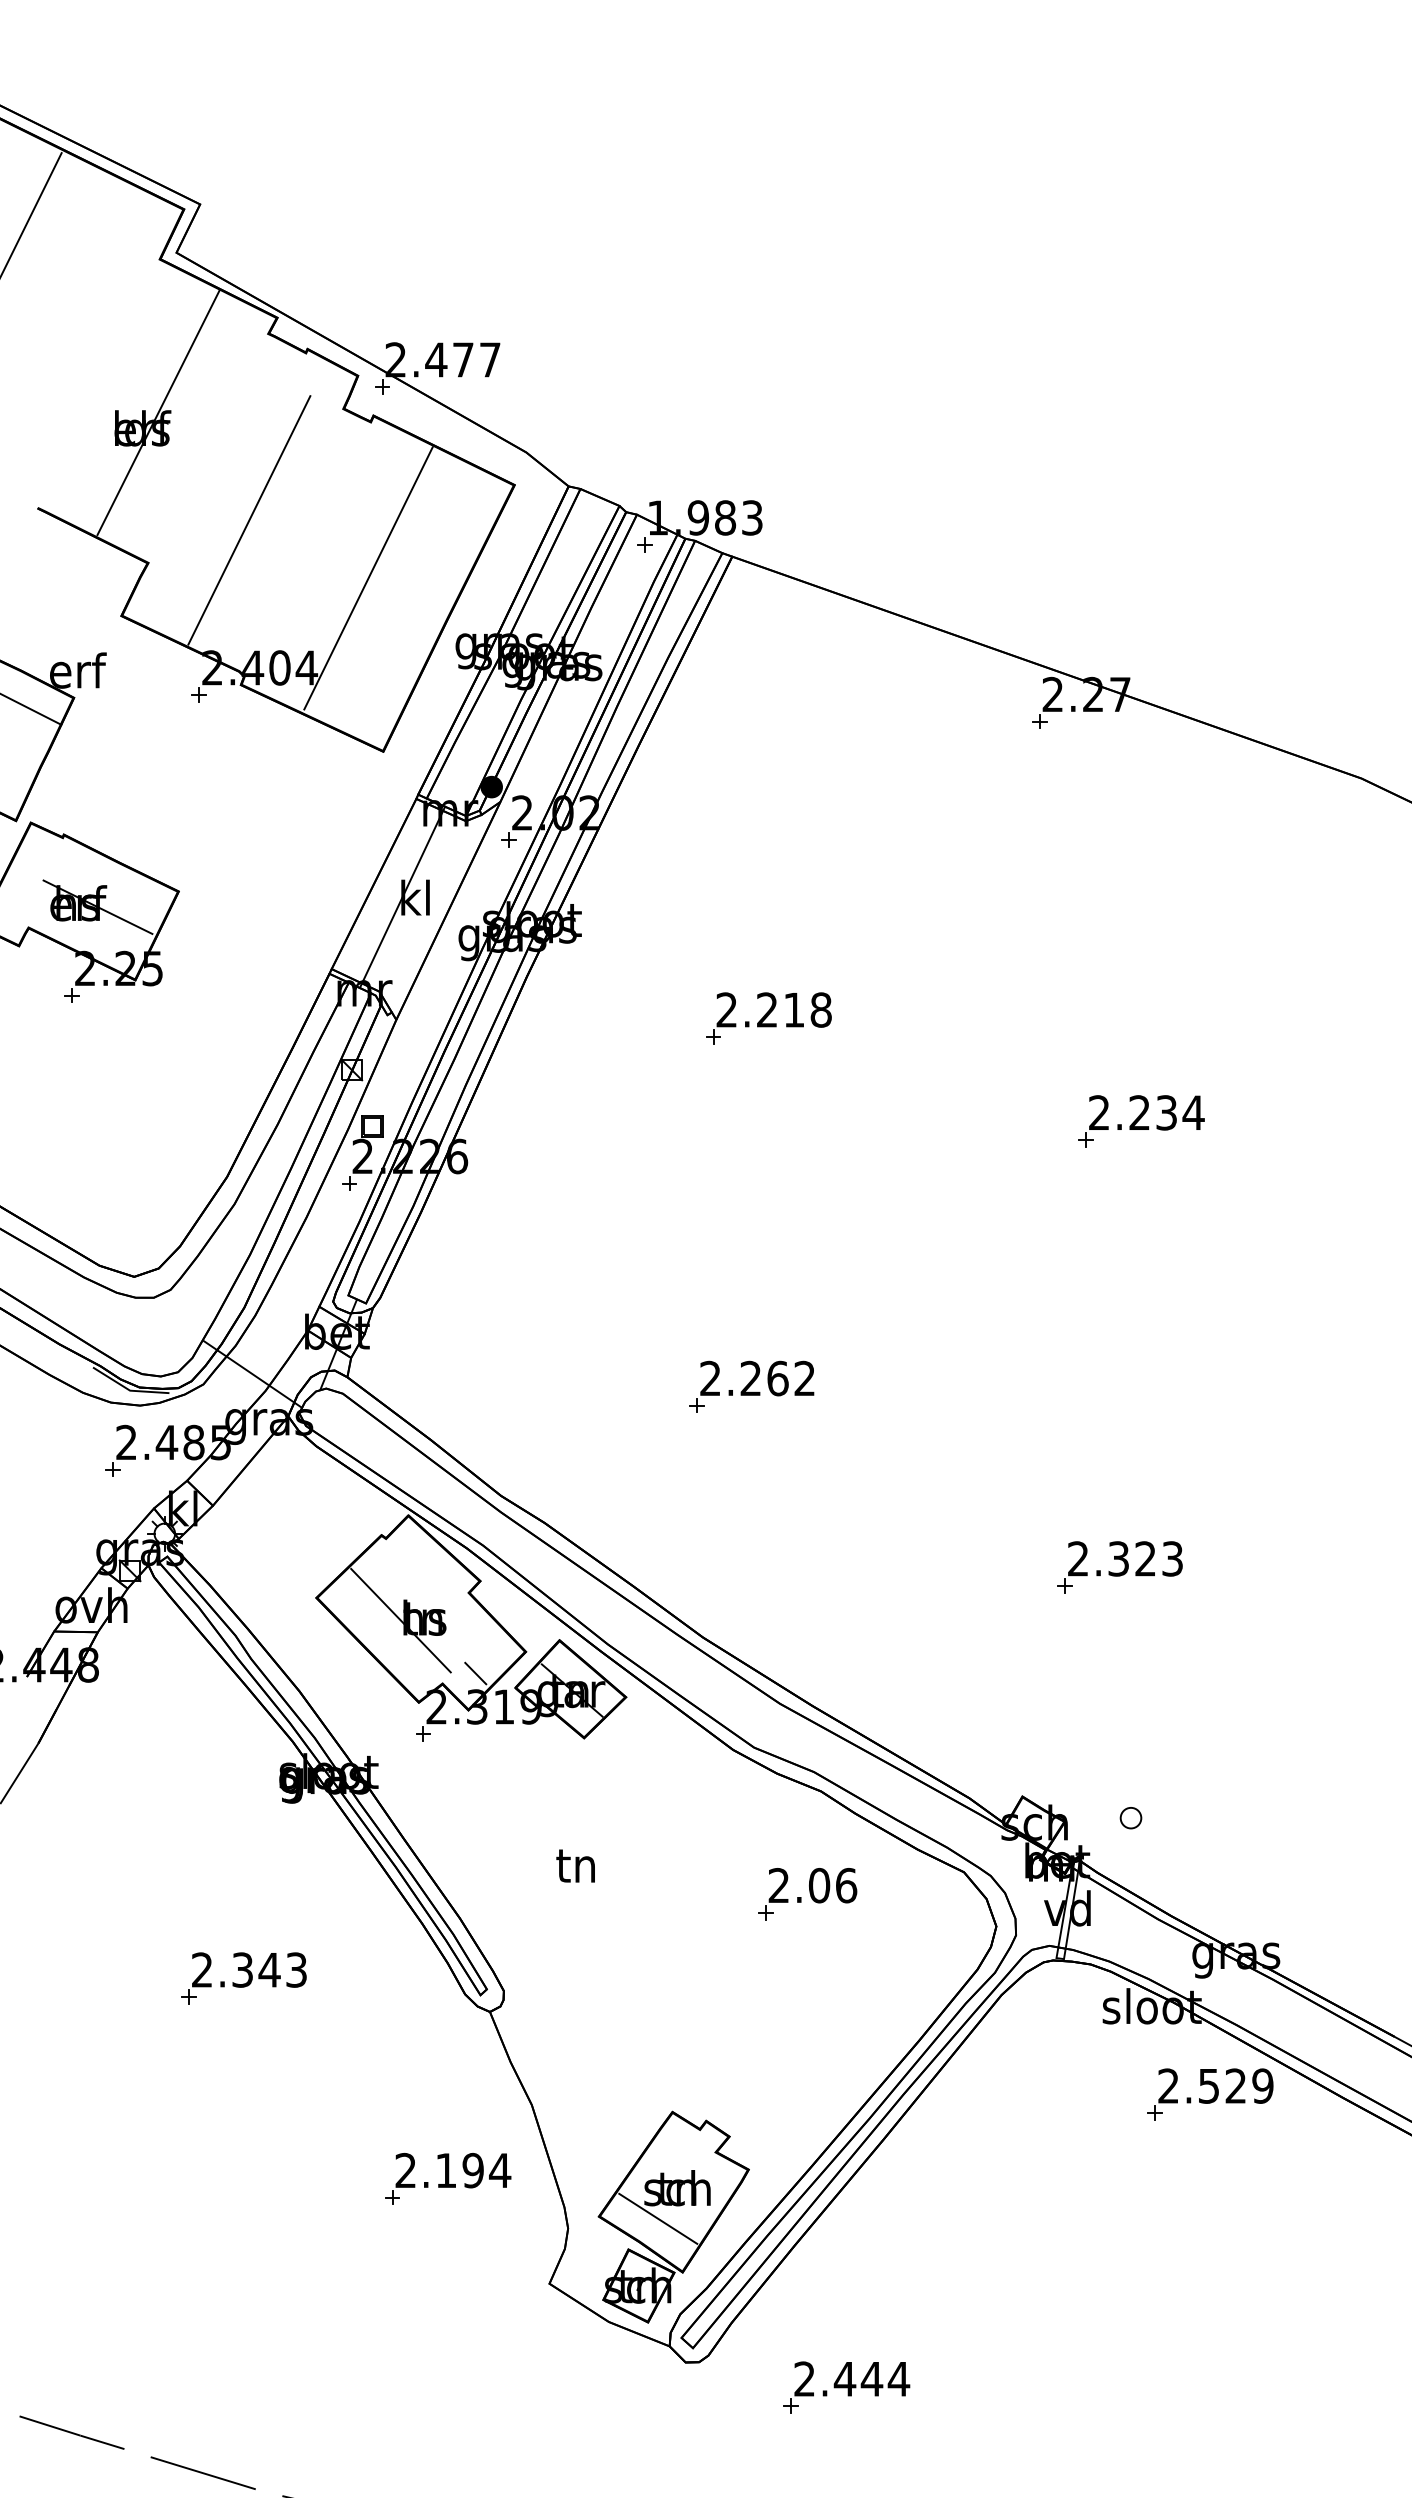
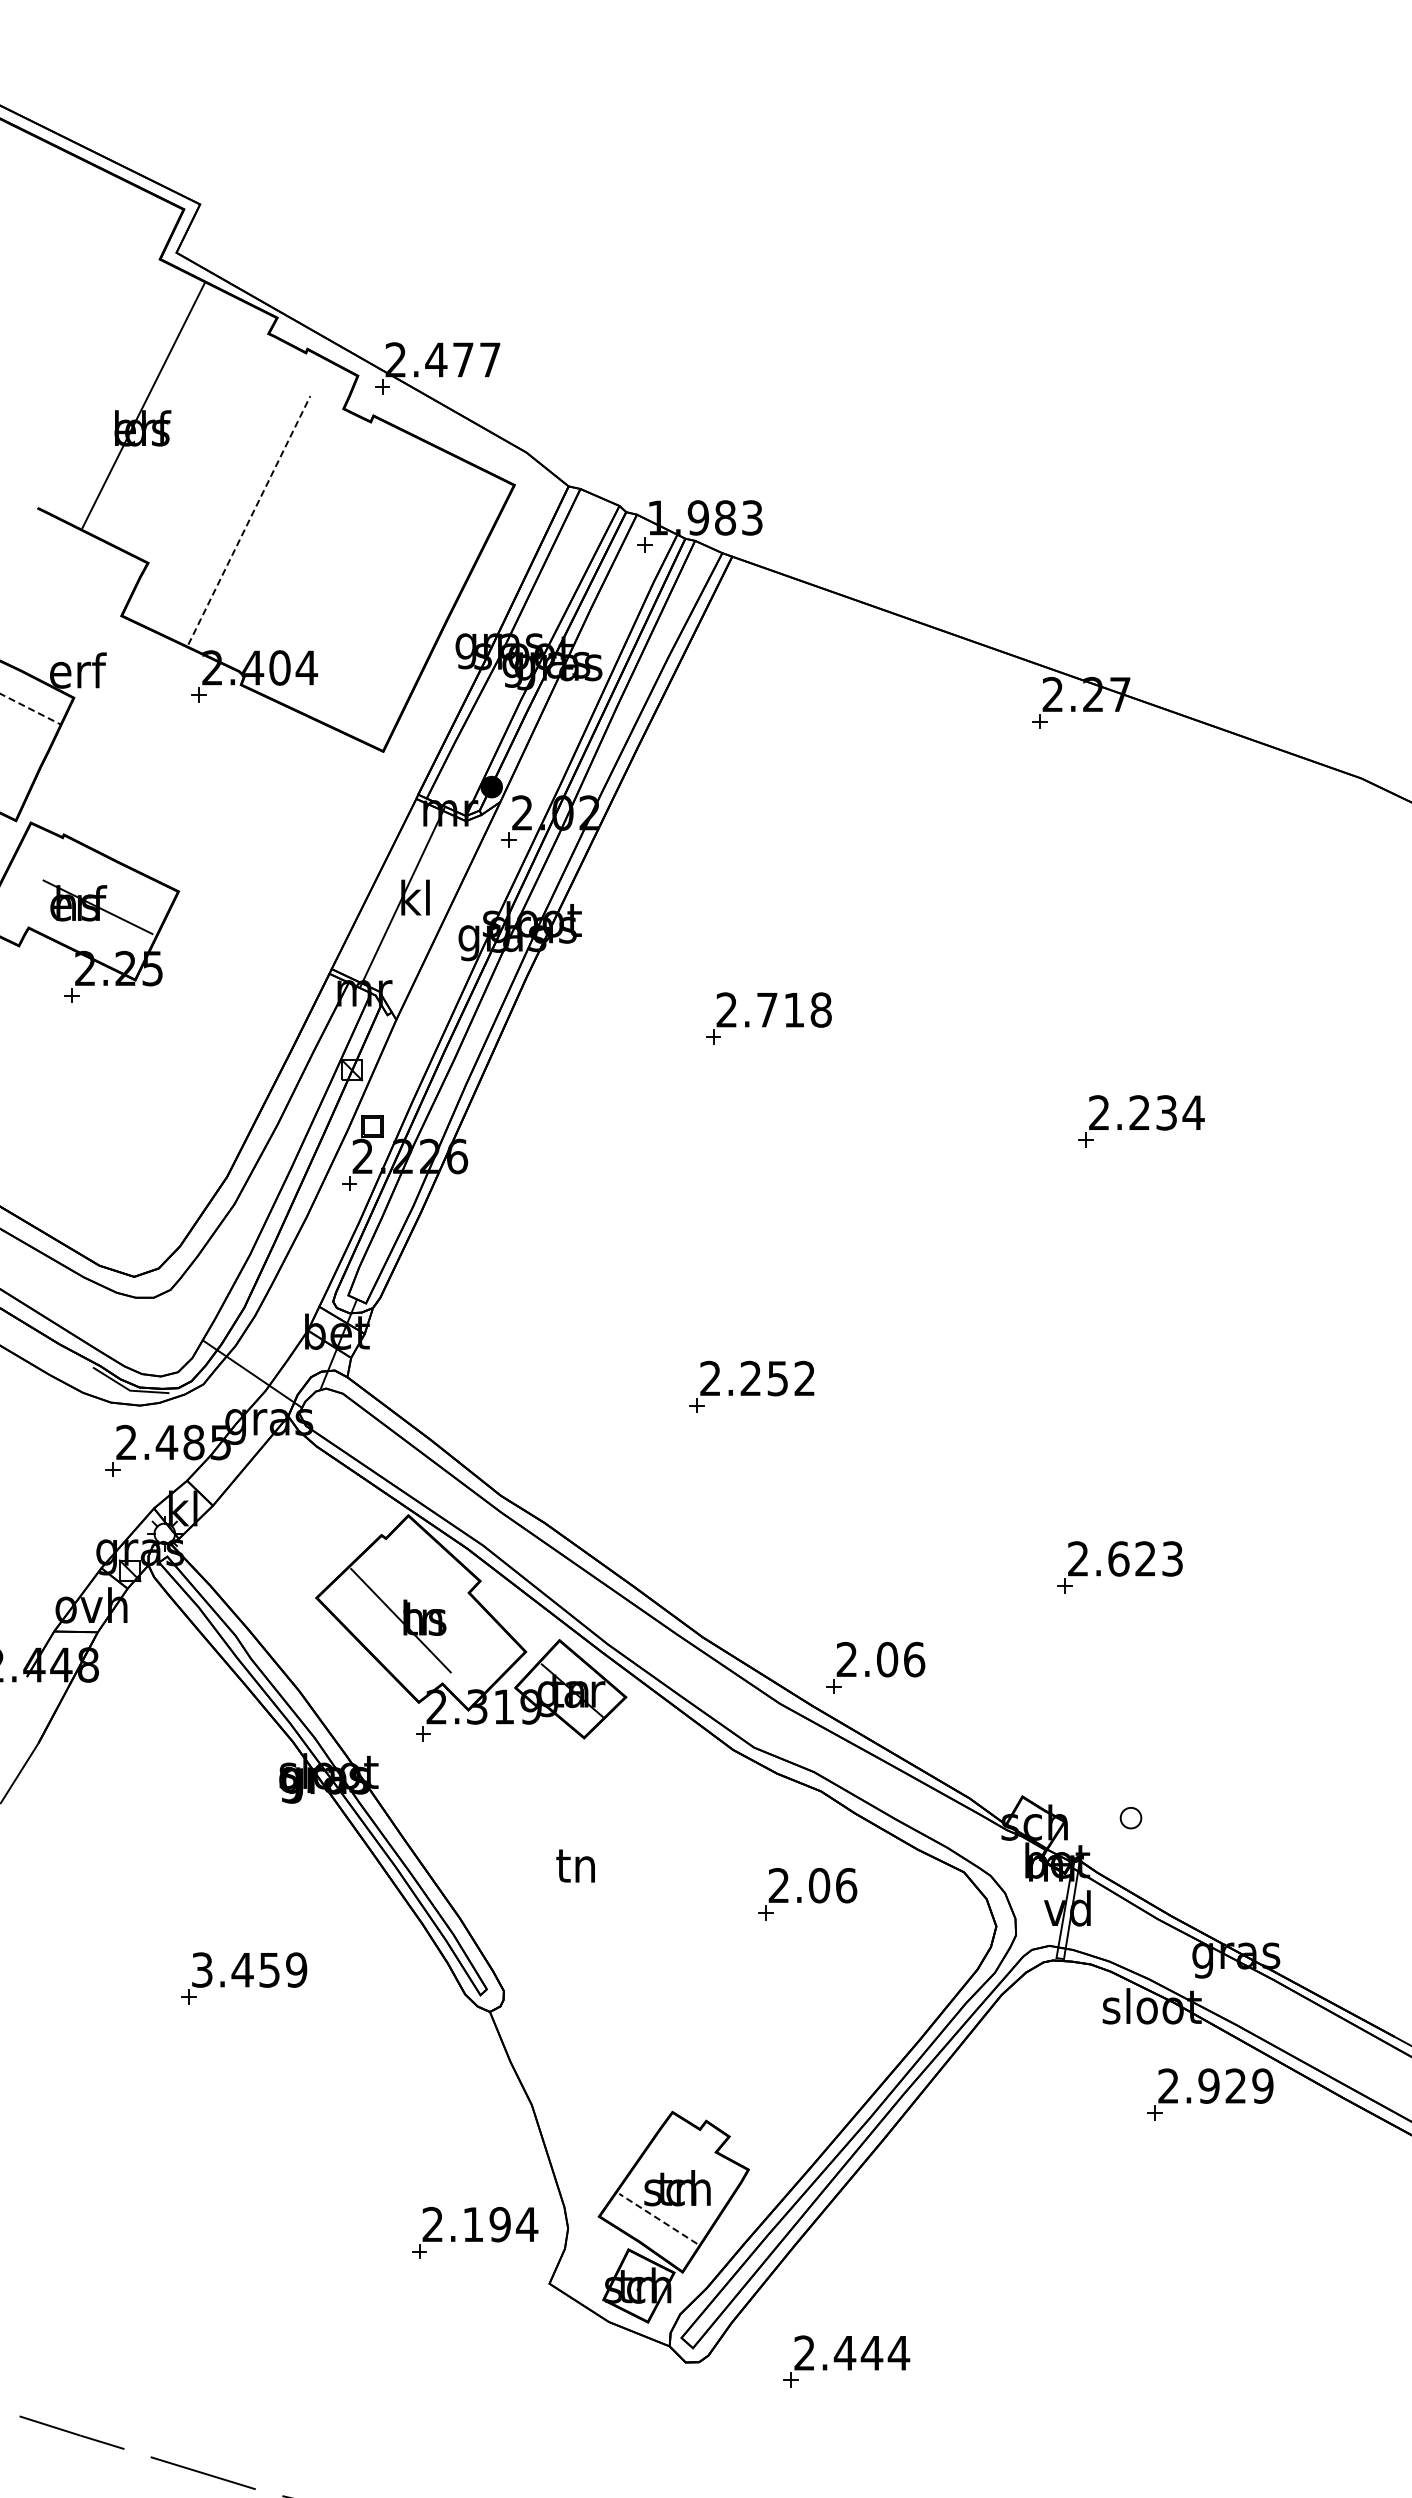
line at (31, 213): present -> none
line at (158, 412) position: (158, 412) -> (143, 405)
line at (249, 519): solid -> dashed
line at (368, 578): present -> none
line at (31, 709): solid -> dashed
text at (767, 1009): 2.218 -> 2.718
text at (777, 1378): 2.262 -> 2.252
text at (1118, 1558): 2.323 -> 2.623
part at (875, 1668): none -> present
line at (475, 1673): present -> none
text at (249, 1969): 2.343 -> 3.459
text at (1208, 2085): 2.529 -> 2.929
part at (448, 2178) position: (448, 2178) -> (475, 2232)
line at (657, 2218): solid -> dashed
part at (846, 2387) position: (846, 2387) -> (846, 2361)
